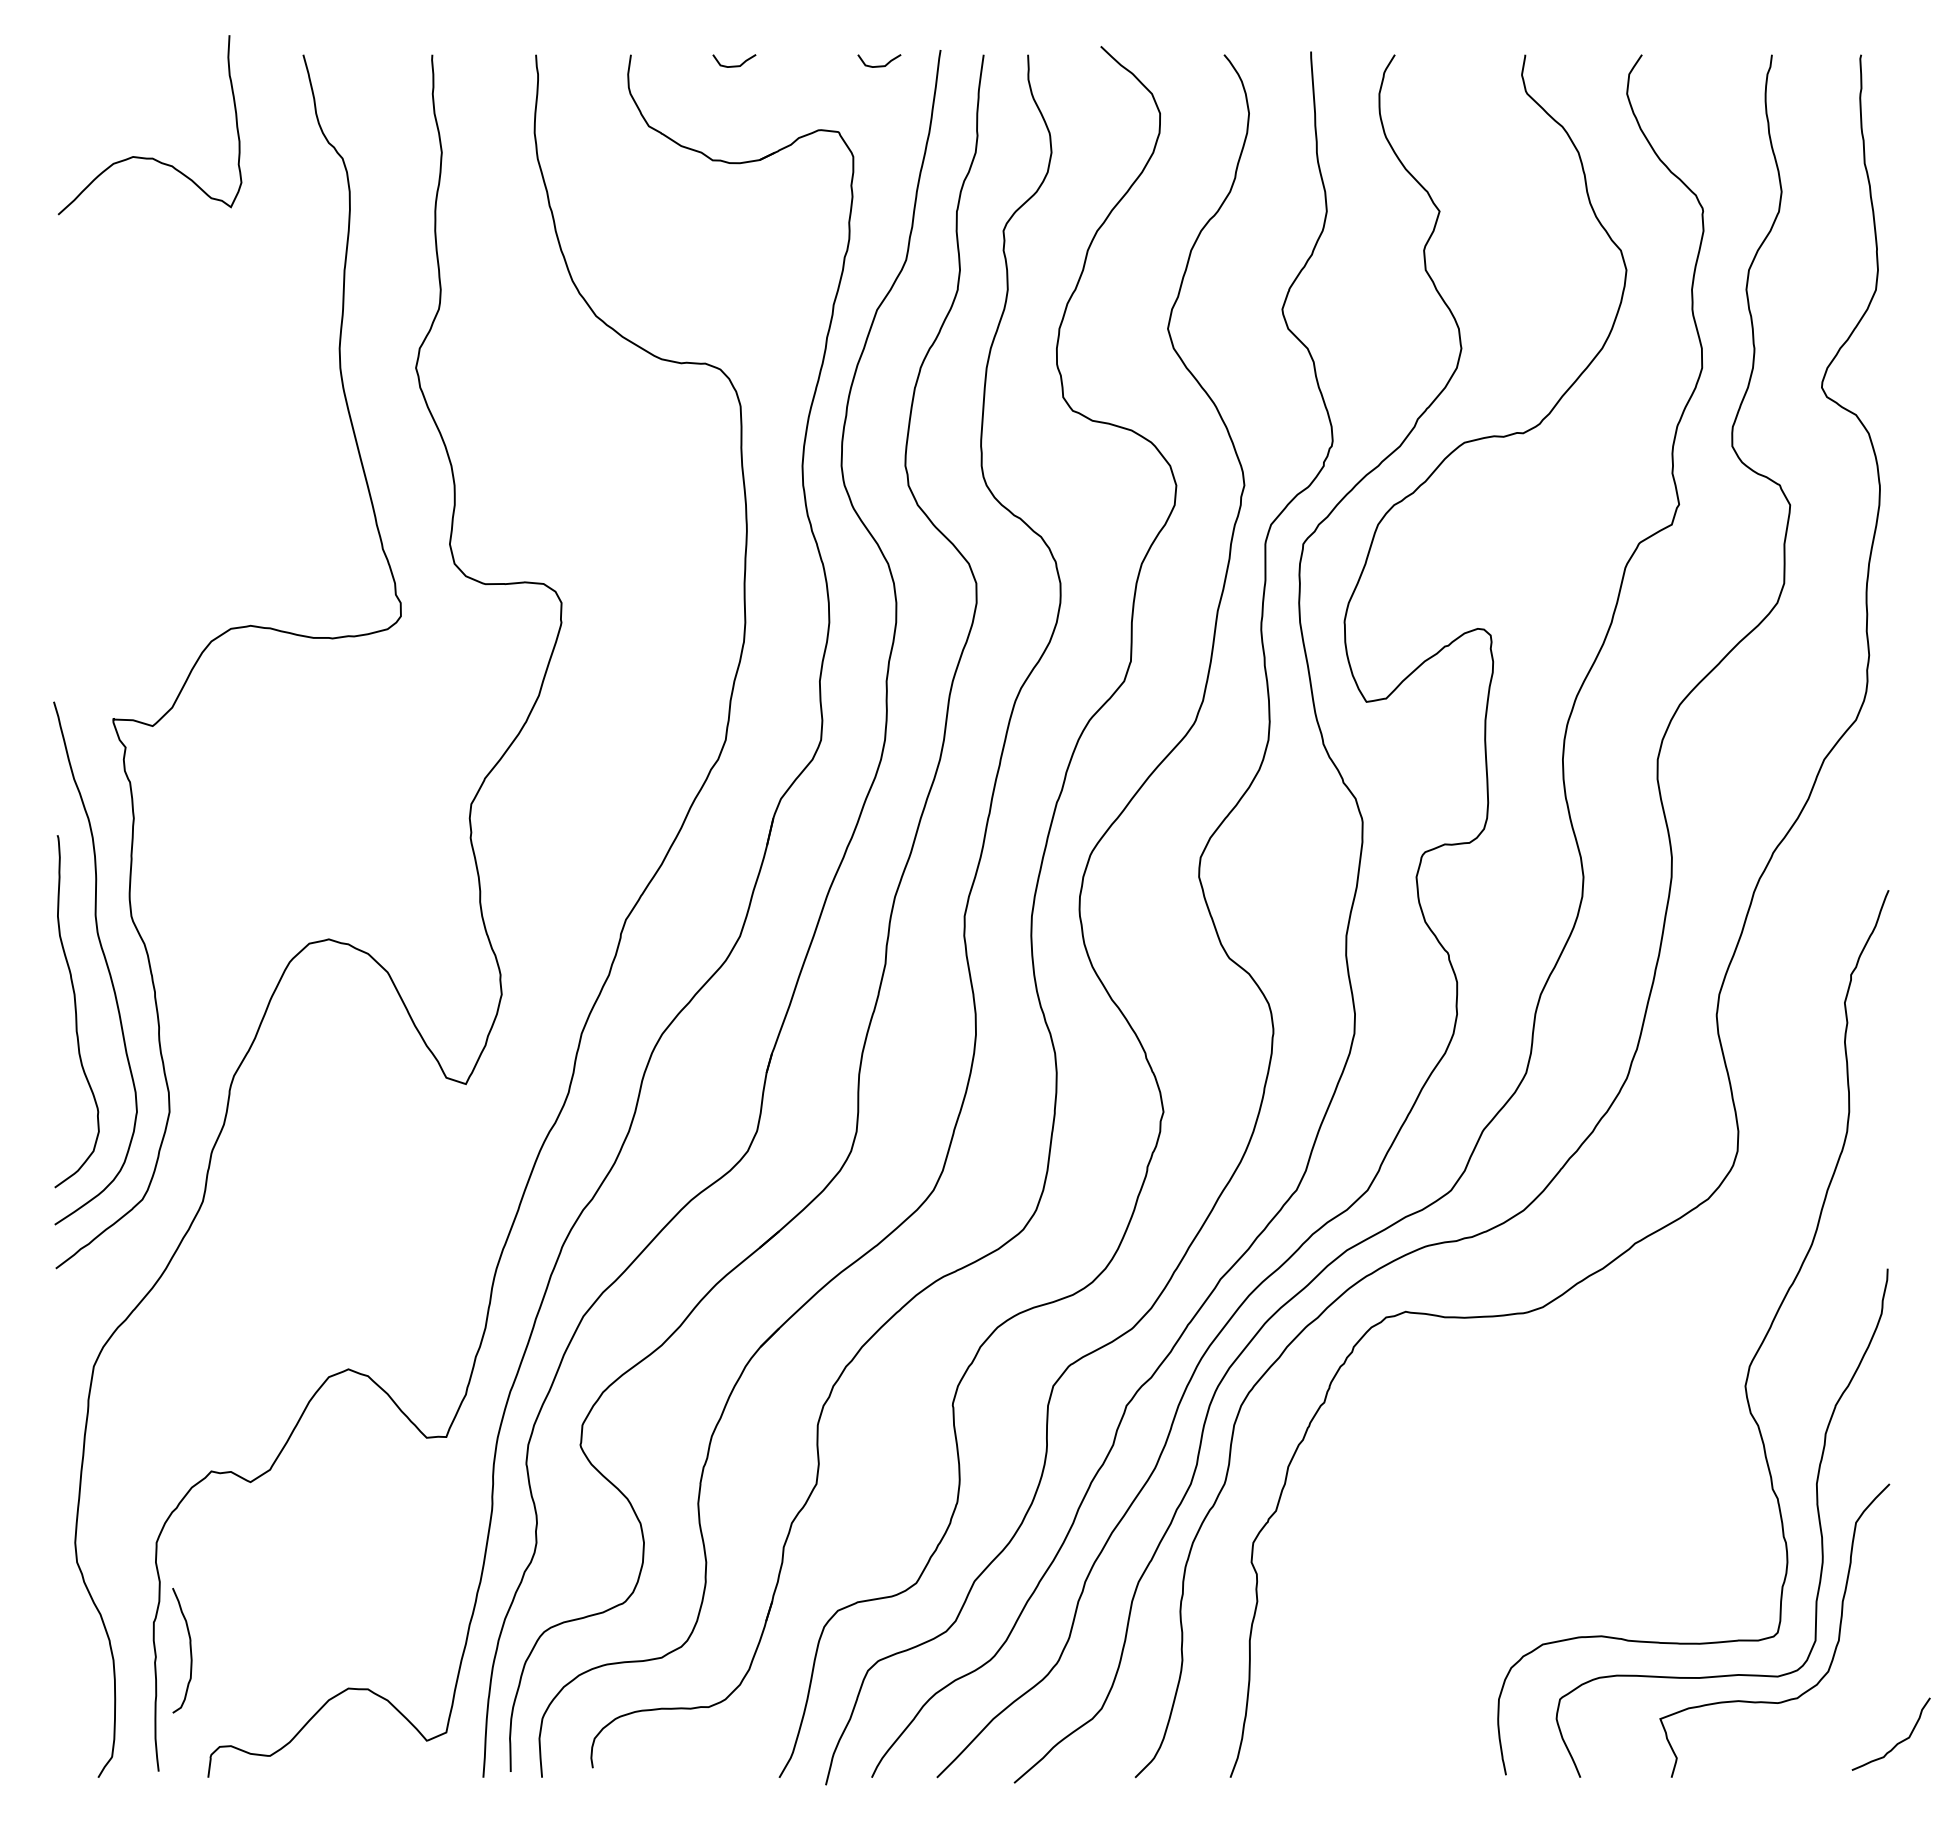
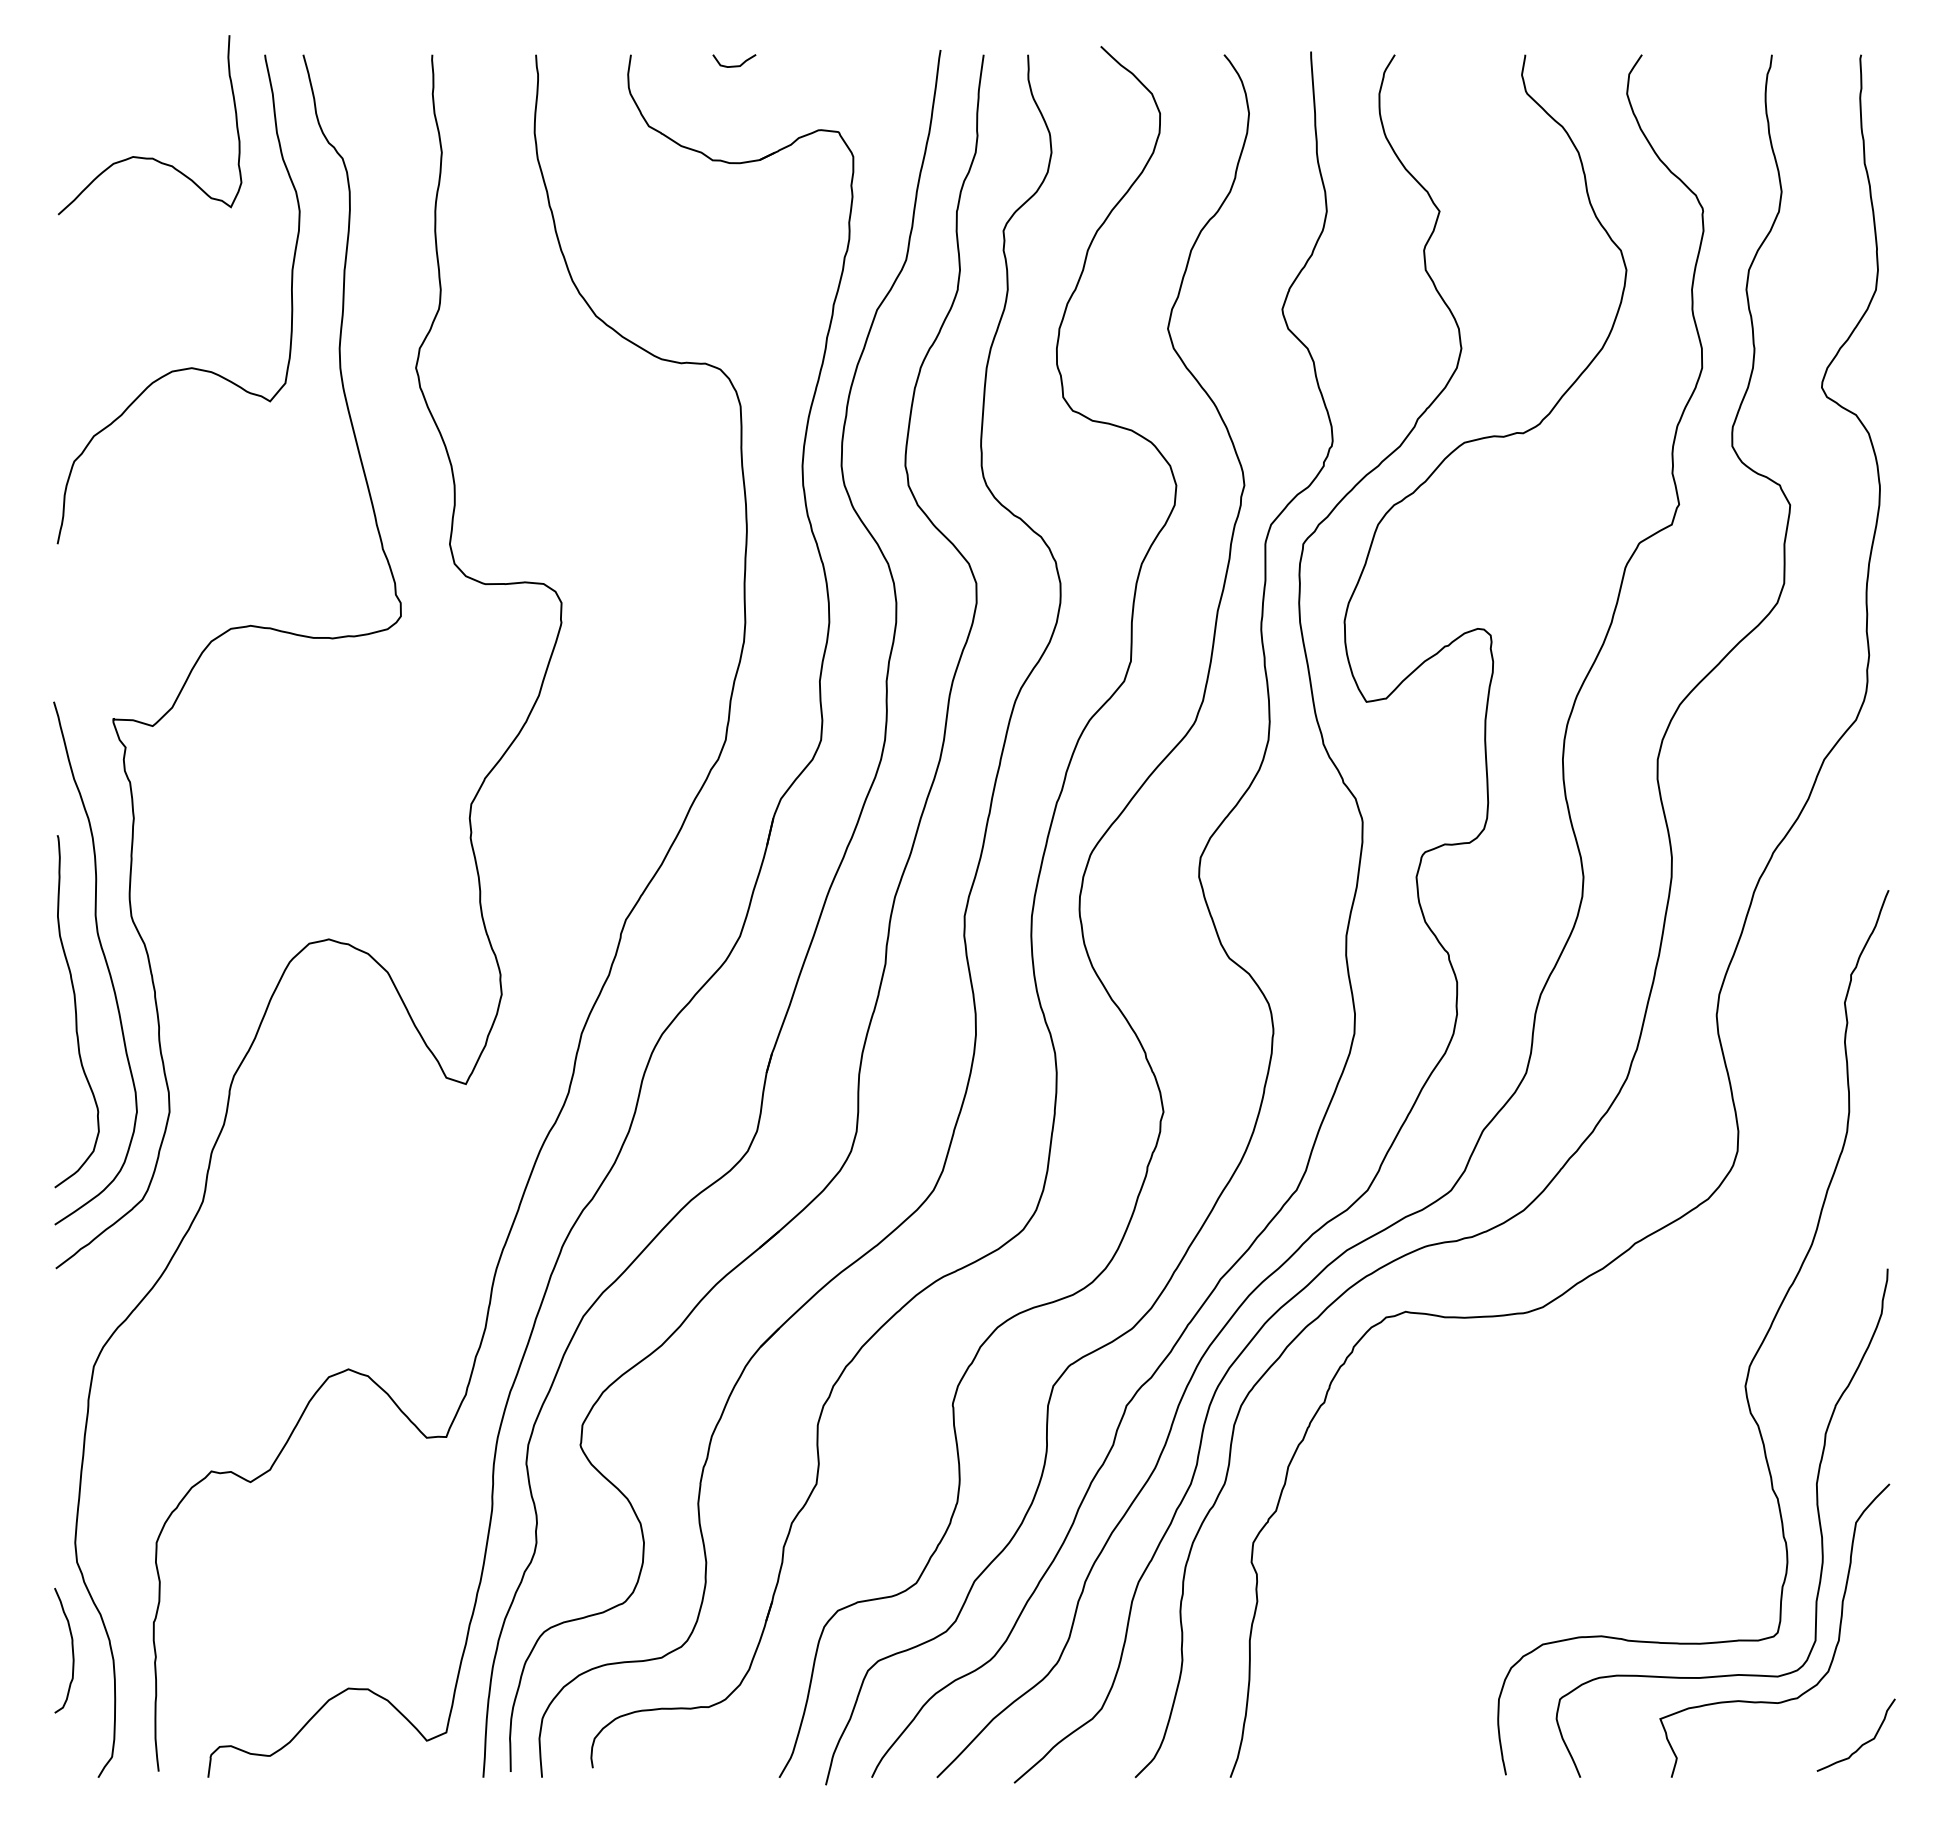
curve at (879, 65): present -> none
curve at (188, 367): none -> present
curve at (189, 1648) position: (189, 1648) -> (71, 1648)
curve at (1896, 1743) position: (1896, 1743) -> (1861, 1744)
